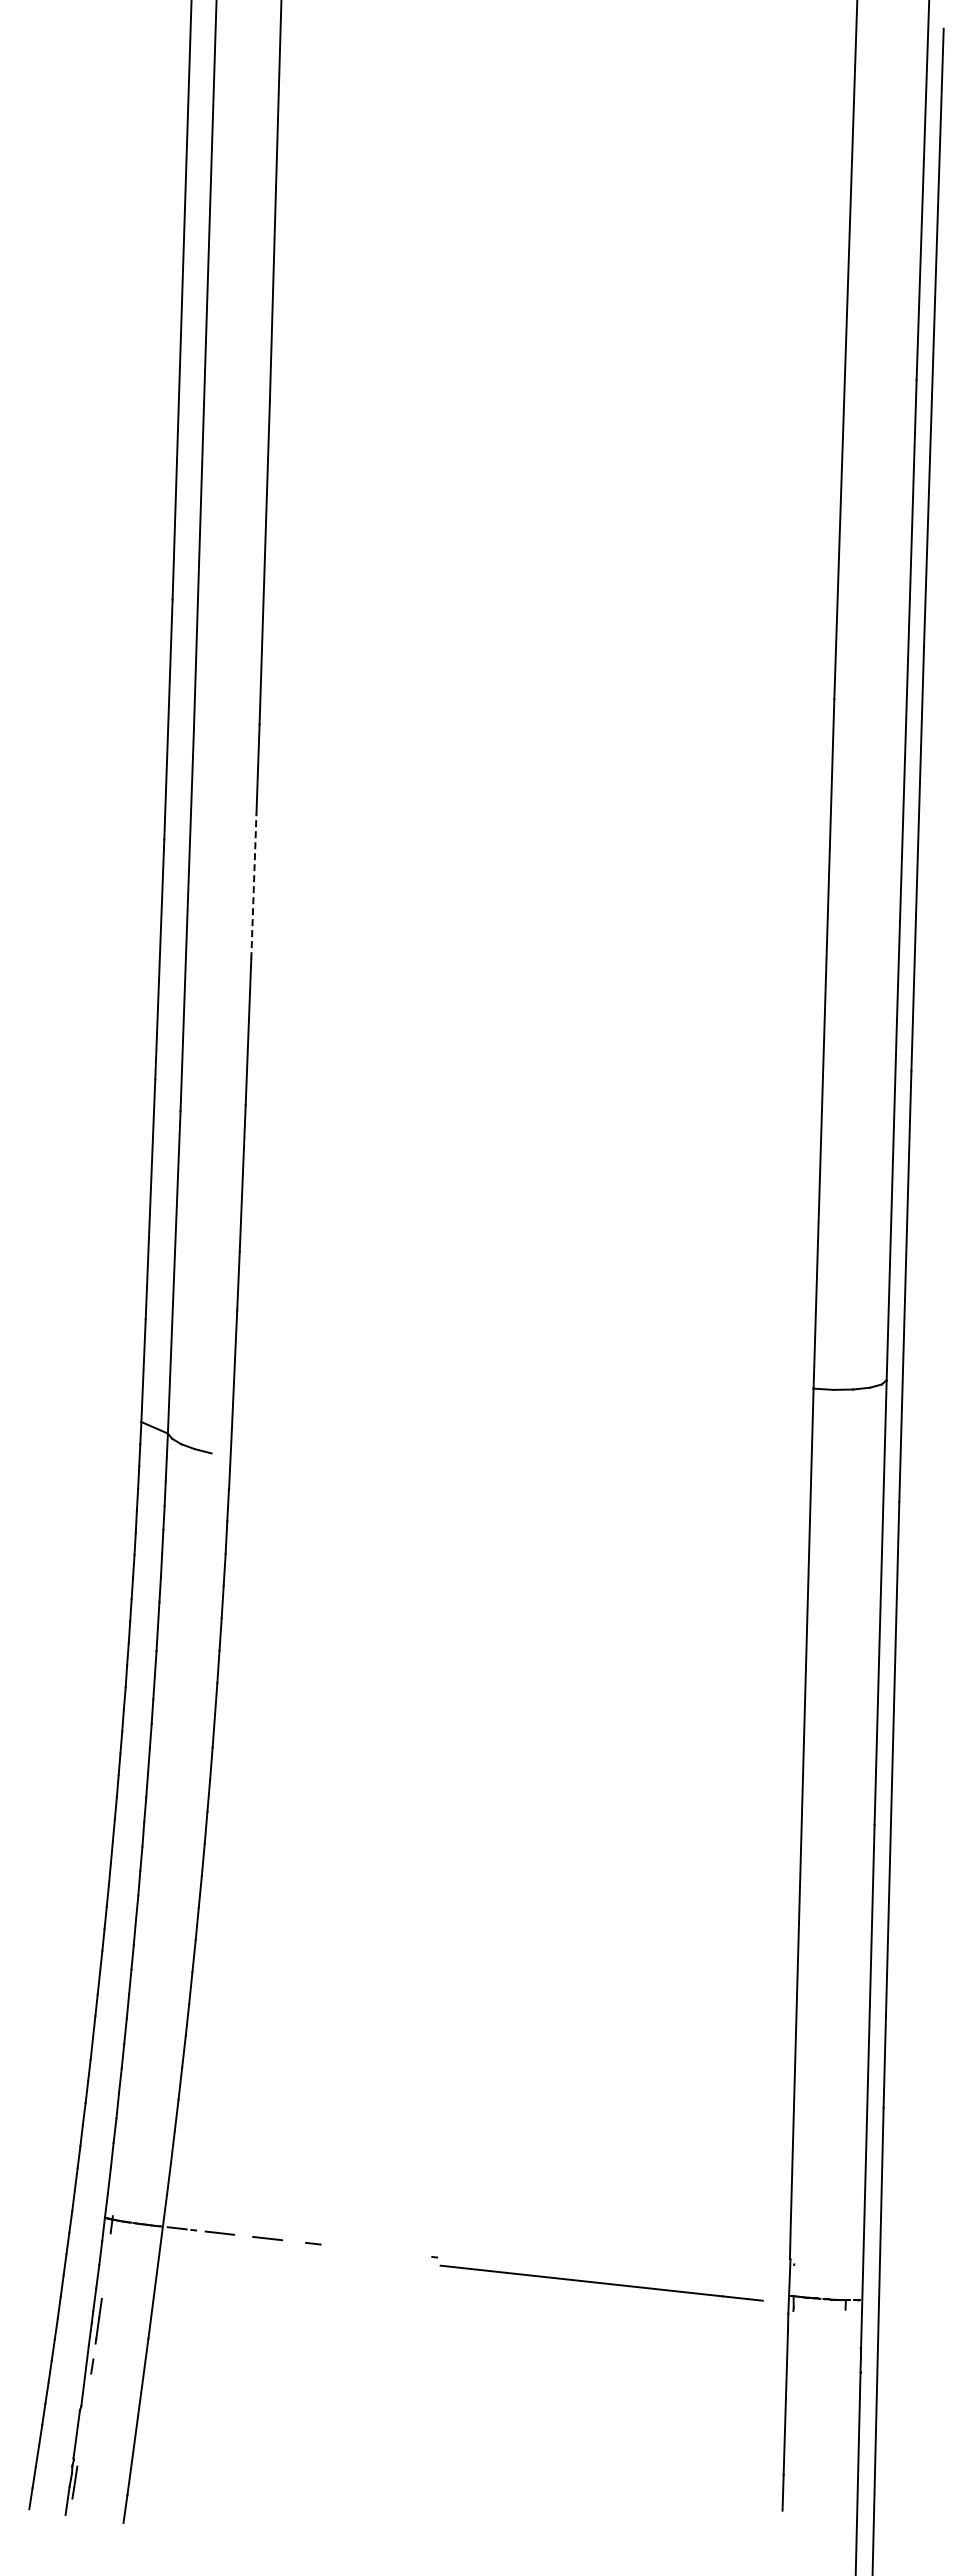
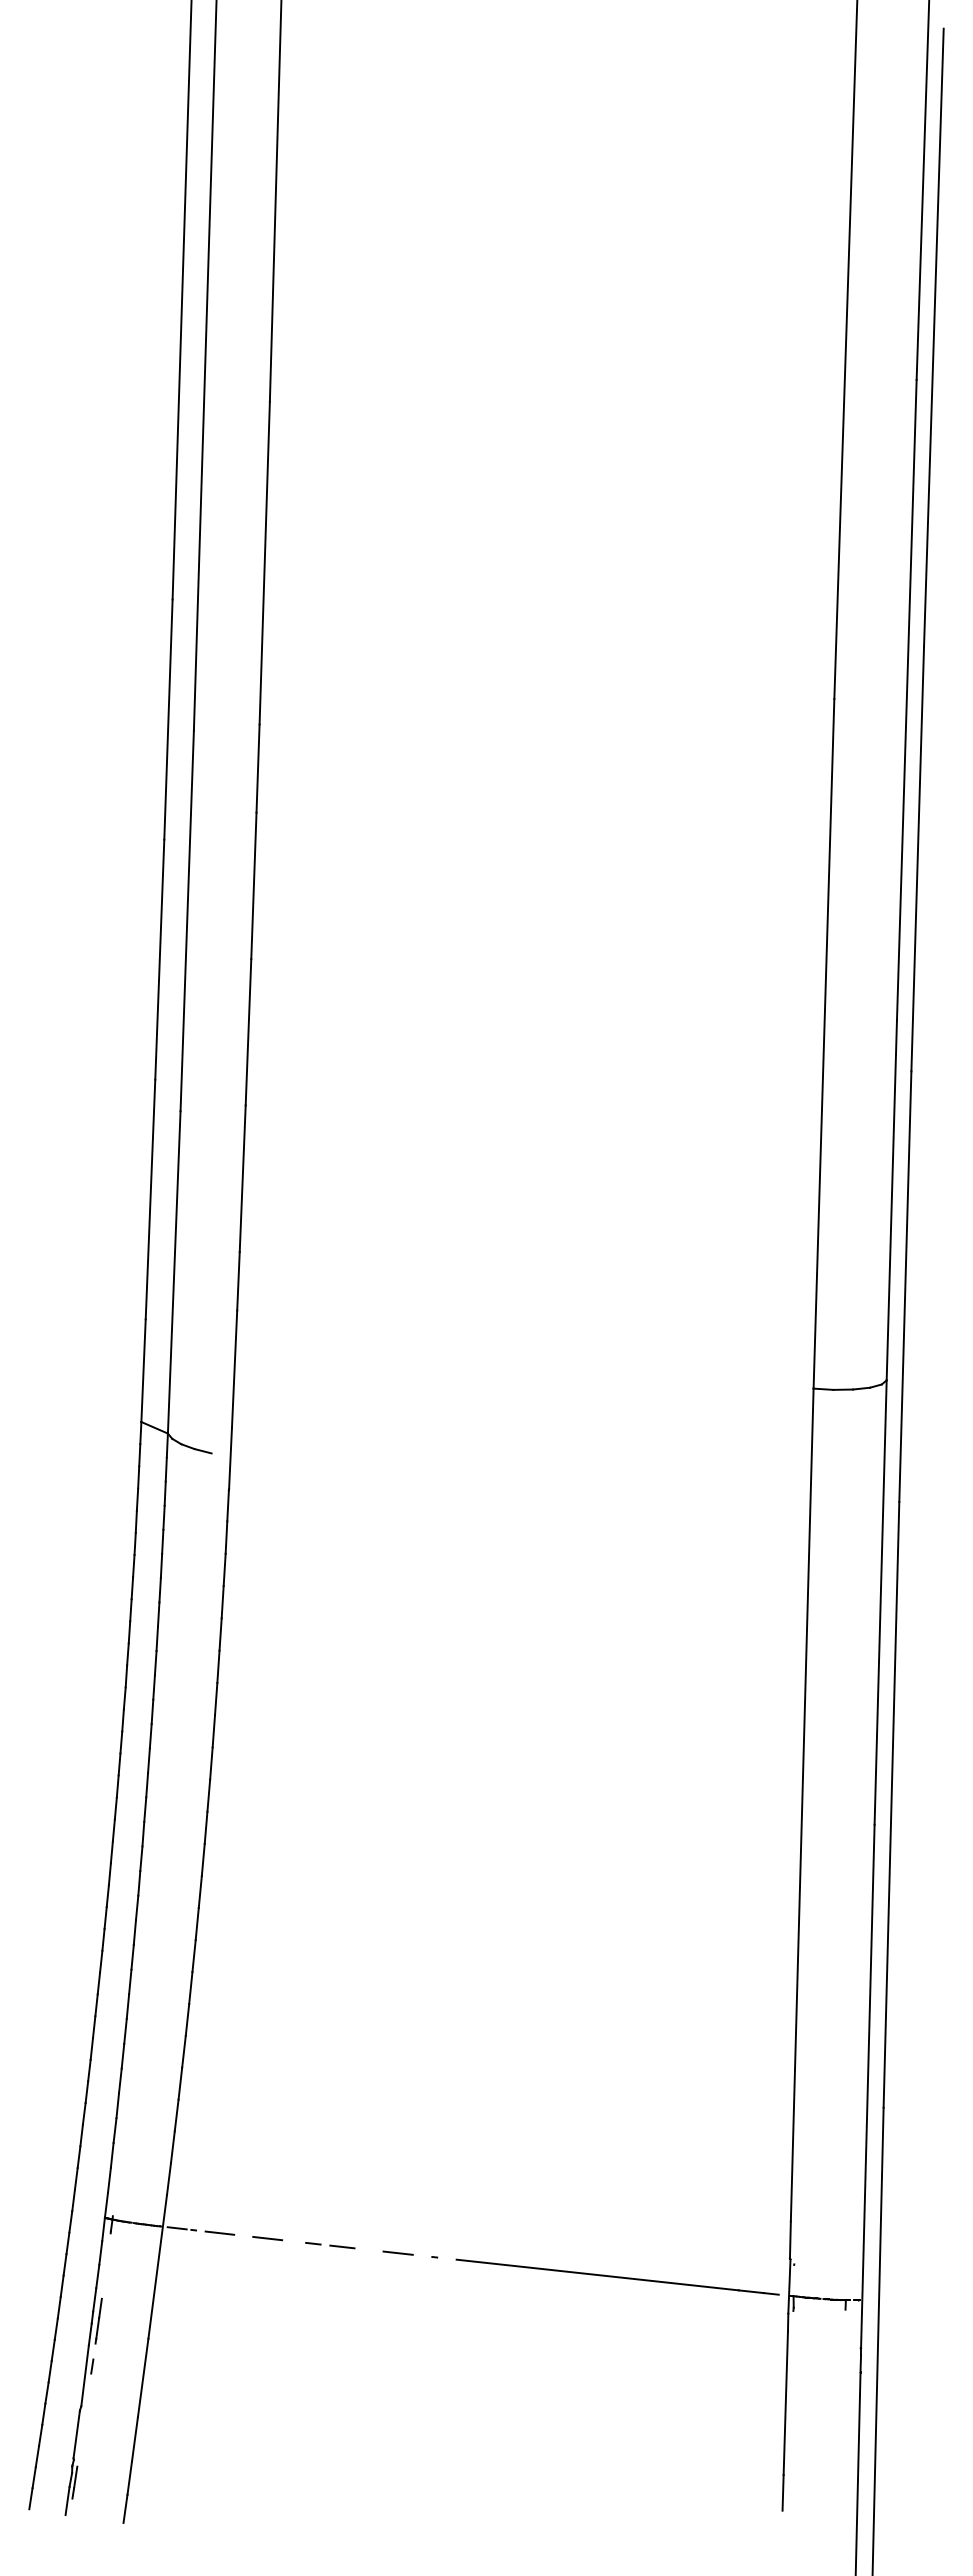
line at (253, 885): dashed -> solid
line at (342, 2246): none -> present
line at (397, 2252): none -> present
line at (601, 2282) position: (601, 2282) -> (617, 2276)
